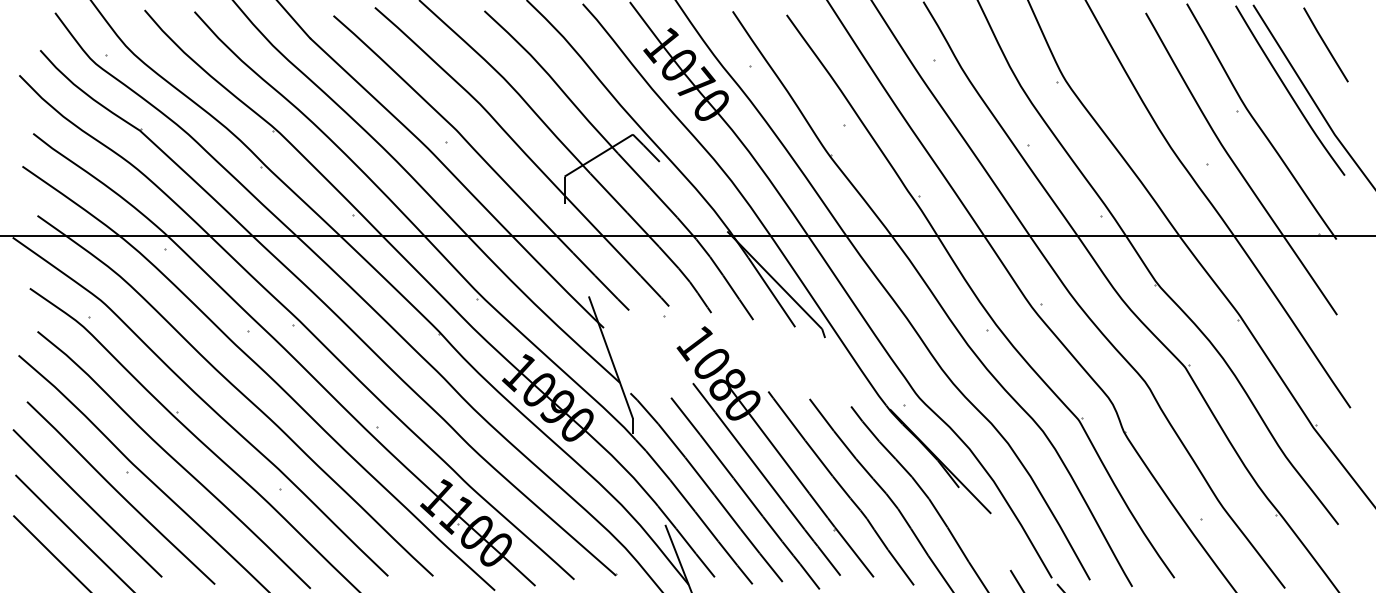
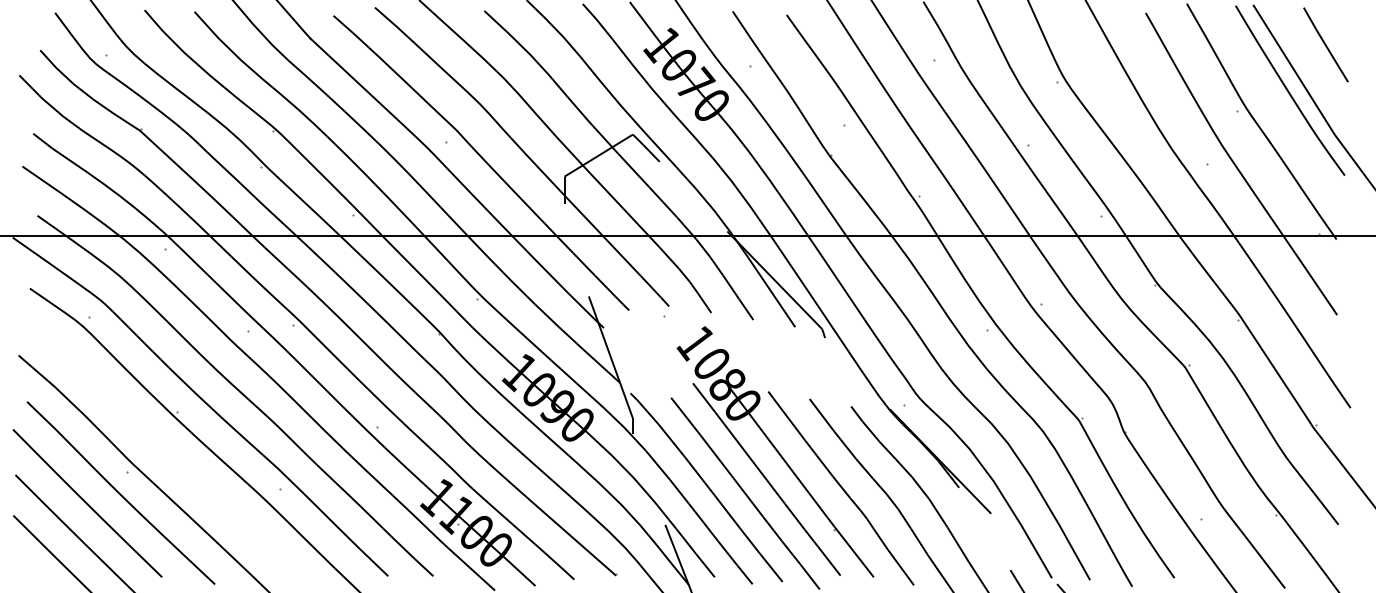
curve at (174, 460): present -> none
